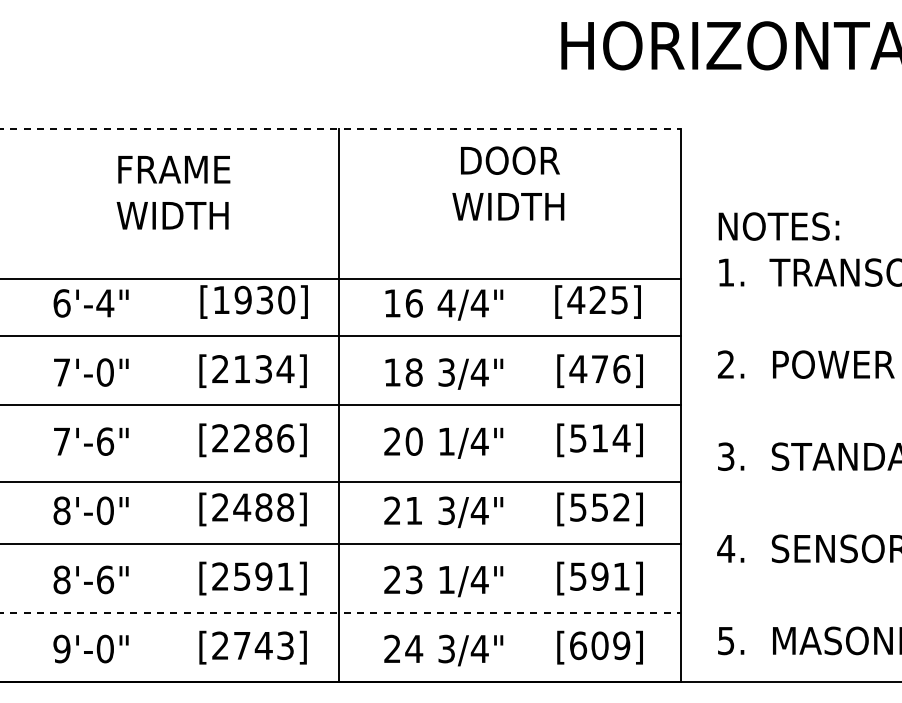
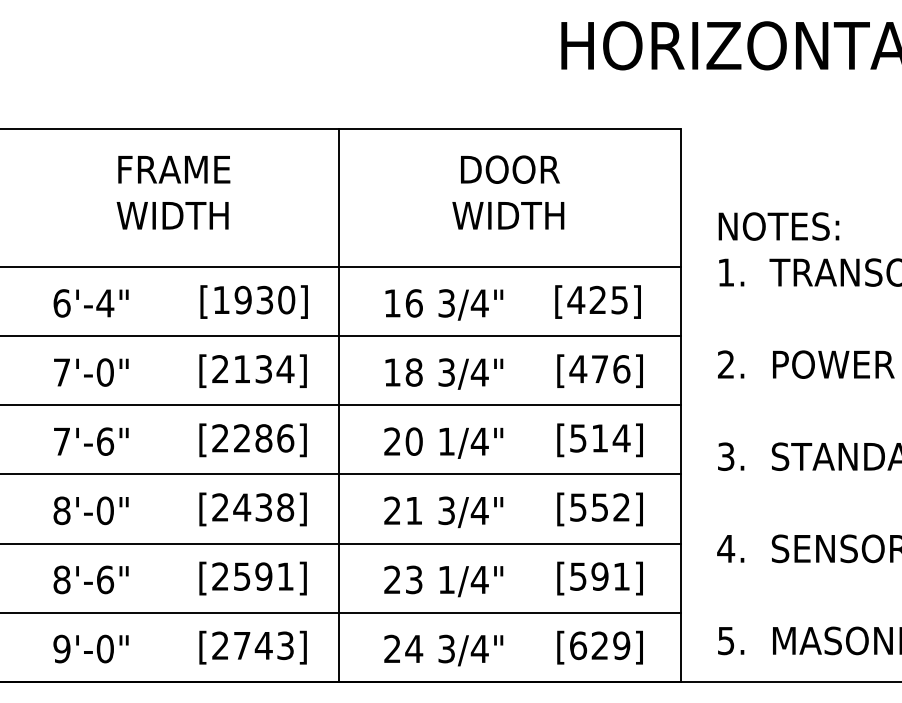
line at (341, 128): dashed -> solid
text at (508, 183) position: (508, 183) -> (508, 192)
line at (341, 279) position: (341, 279) -> (341, 267)
text at (446, 303): 4/4" -> 3/4"
line at (341, 482) position: (341, 482) -> (341, 474)
text at (263, 507): [2488] -> [2438]
line at (341, 612): dashed -> solid
text at (599, 645): [609] -> [629]
